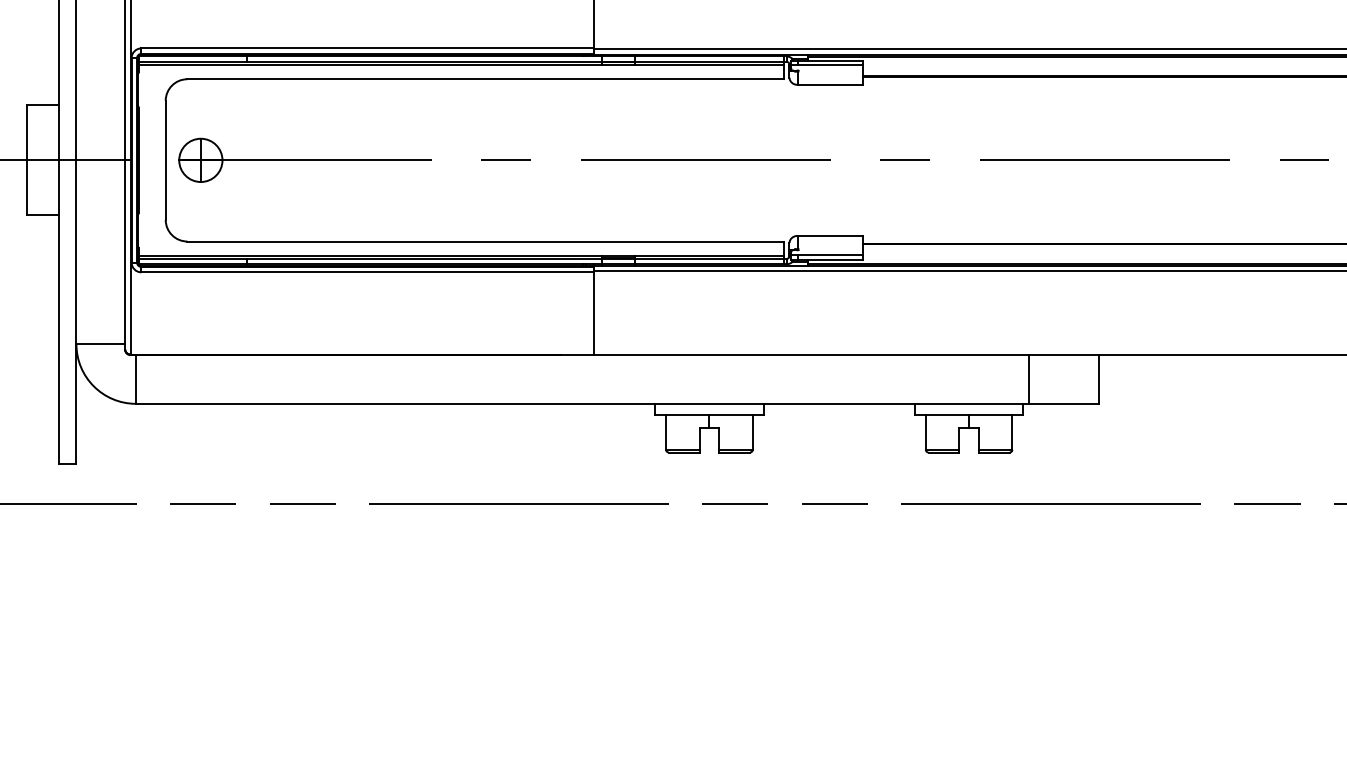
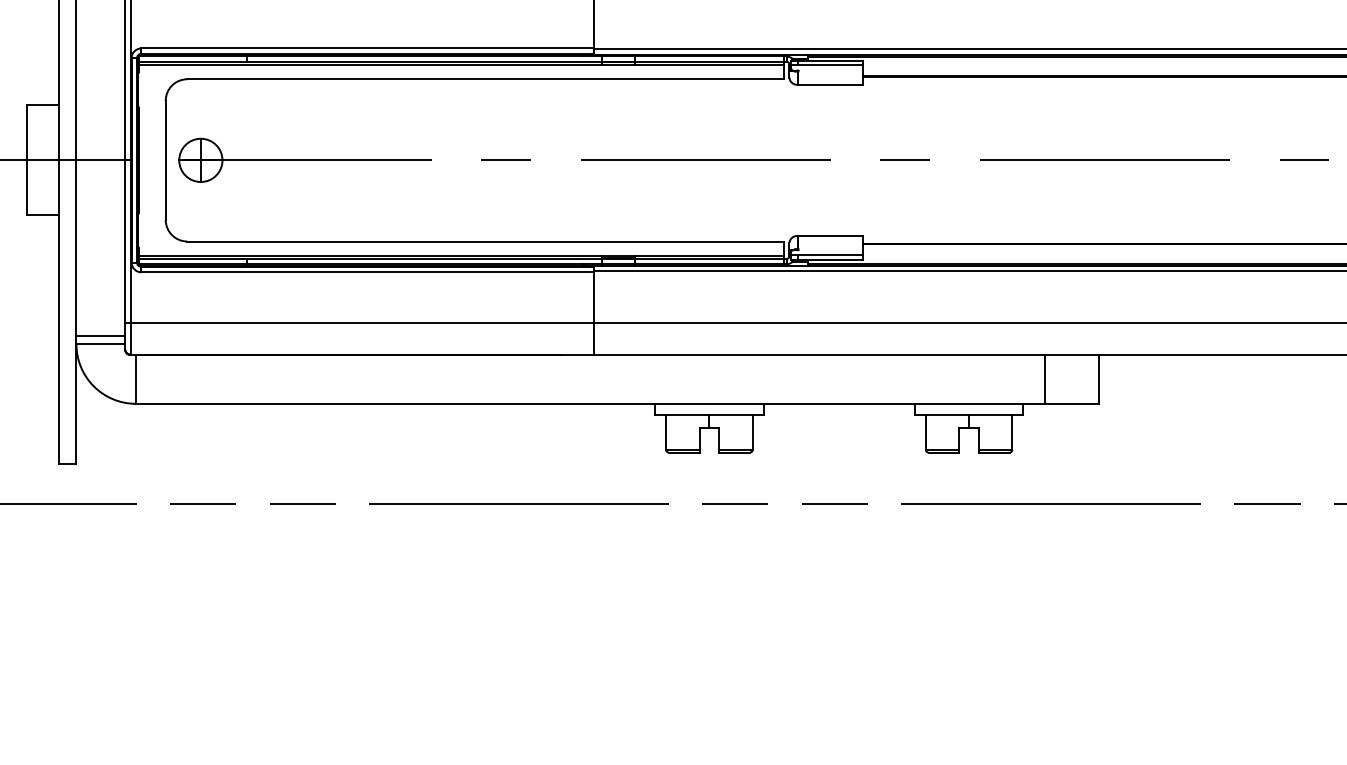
line at (734, 322): none -> present
line at (100, 336): none -> present
line at (1028, 379) position: (1028, 379) -> (1044, 379)
